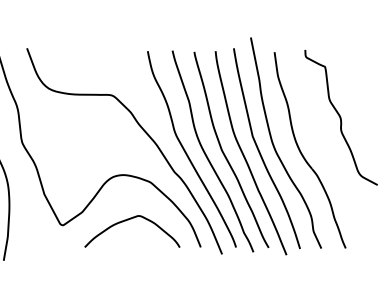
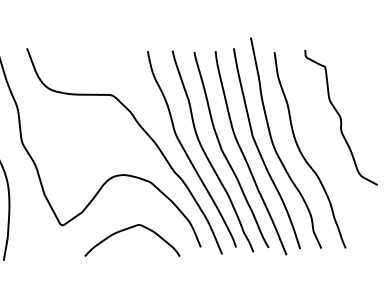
curve at (128, 220) position: (128, 220) -> (128, 229)
